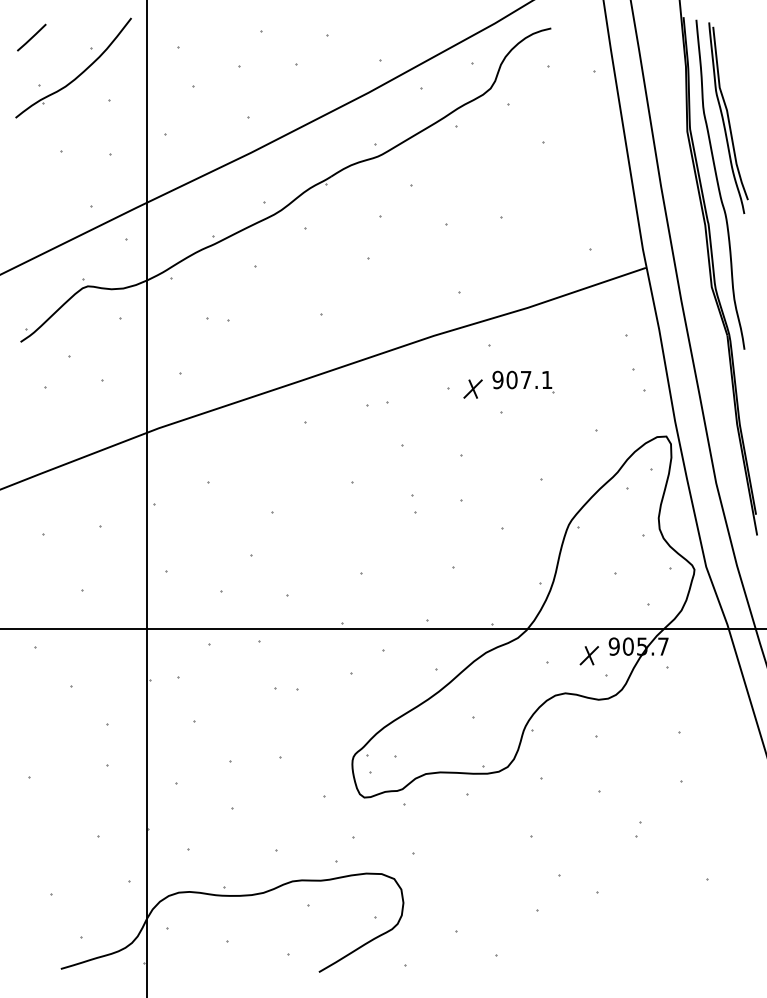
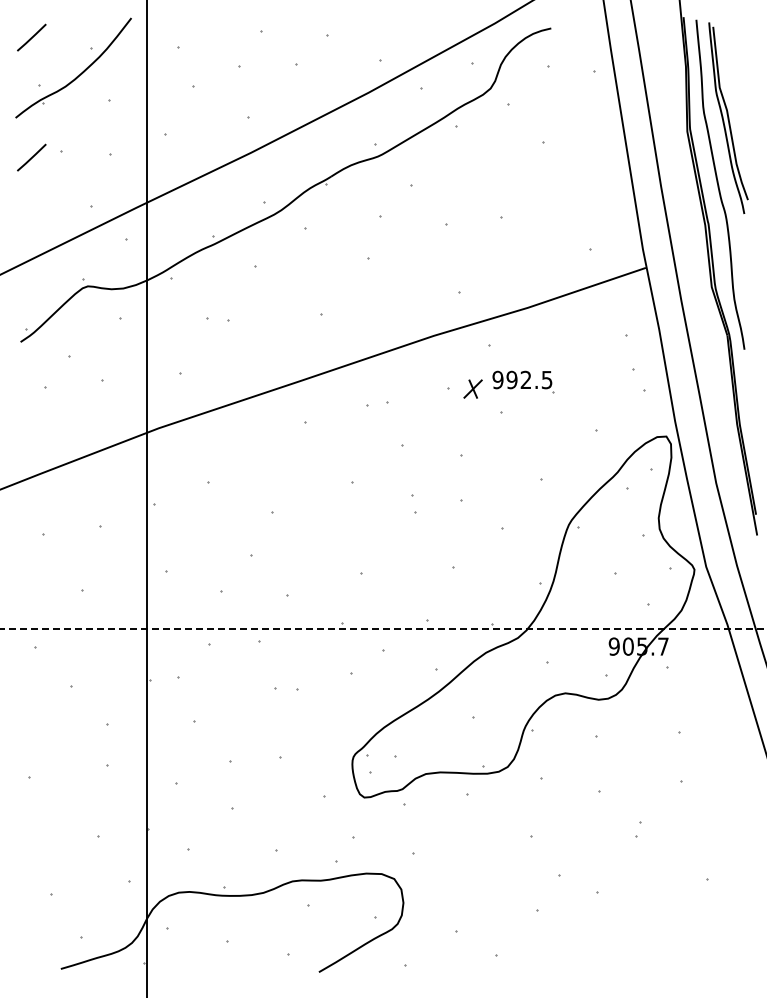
line at (31, 157): none -> present
text at (529, 379): 907.1 -> 992.5
line at (383, 629): solid -> dashed
part at (588, 655): present -> none
